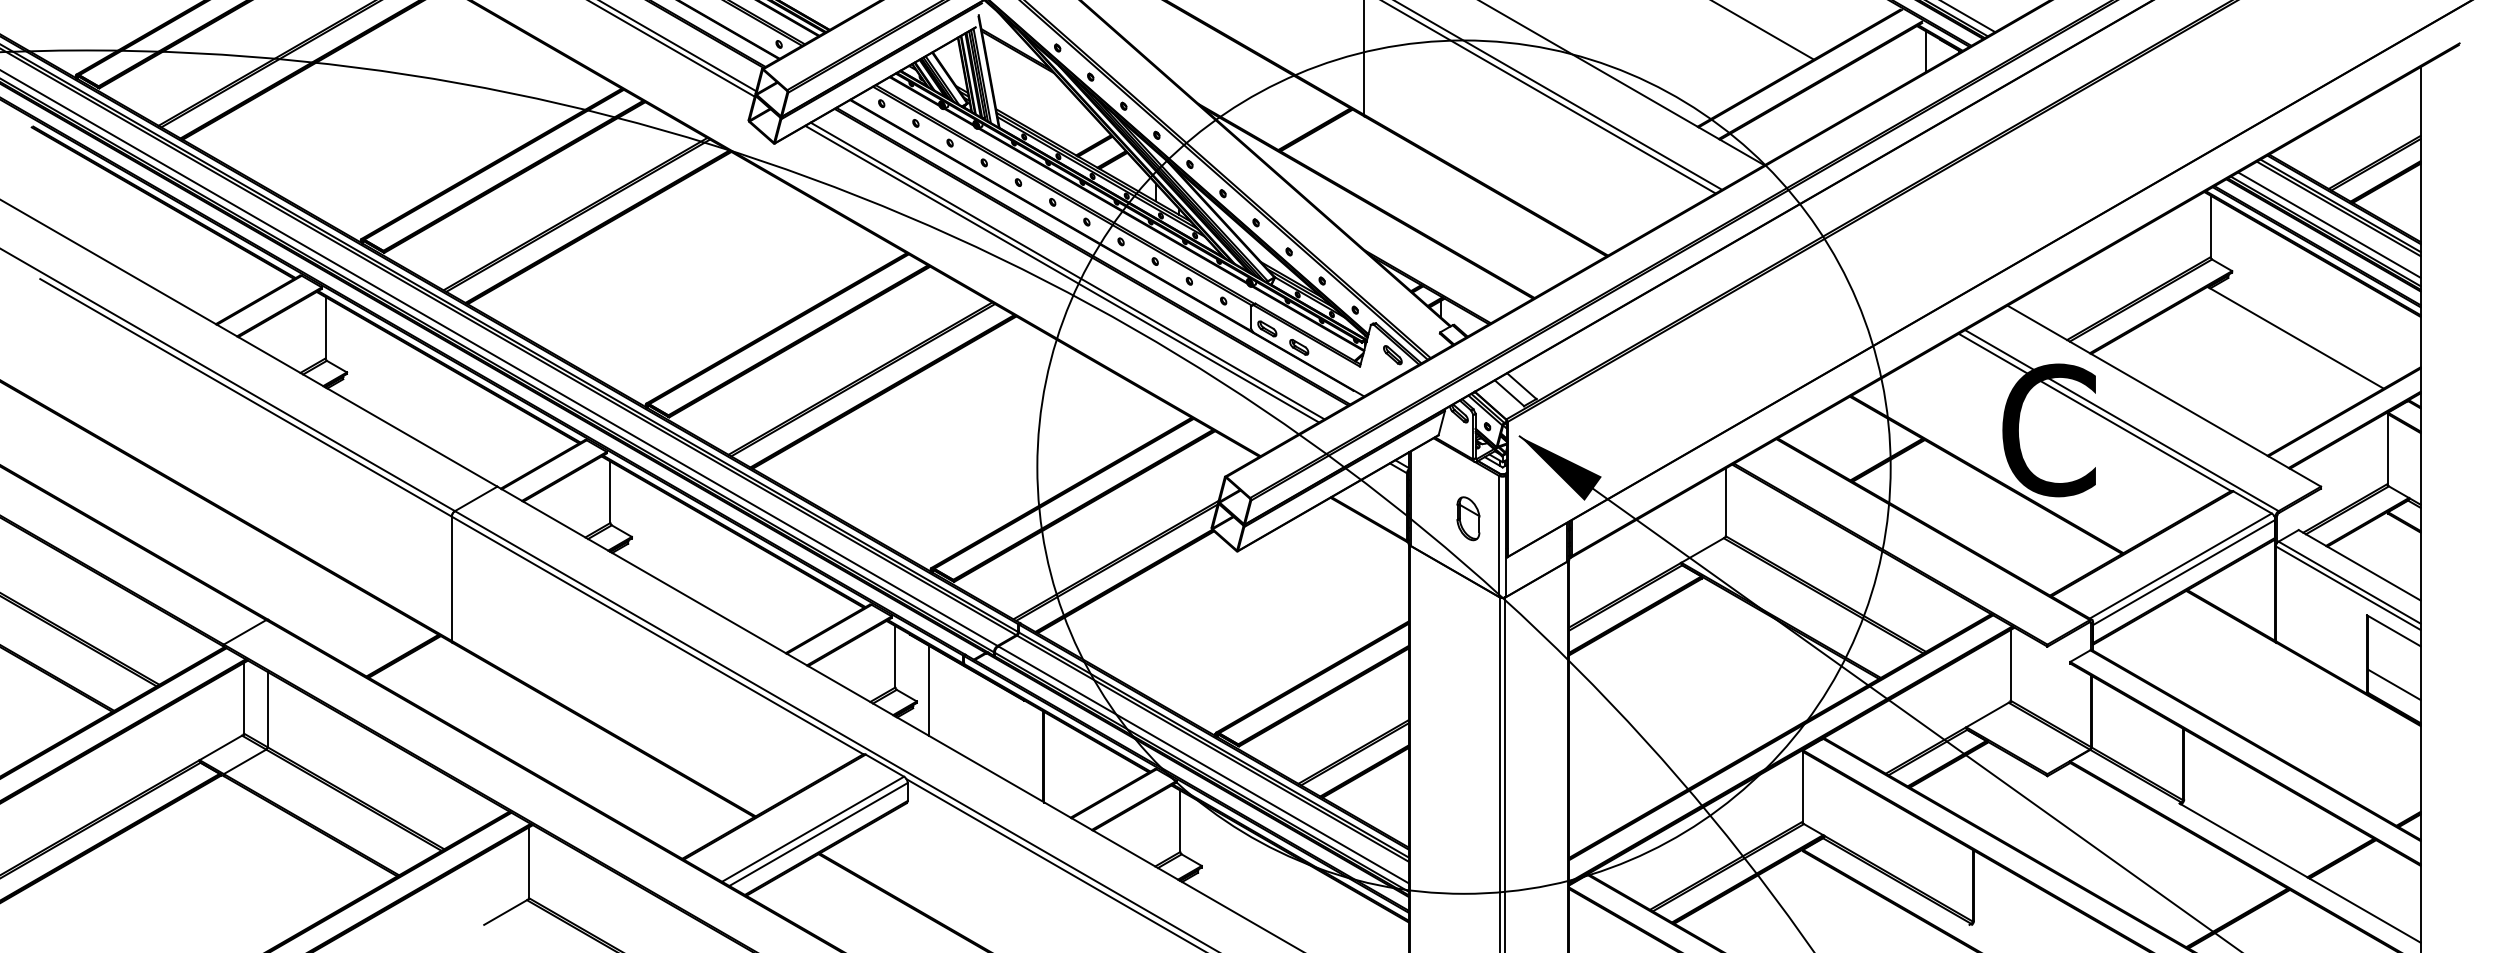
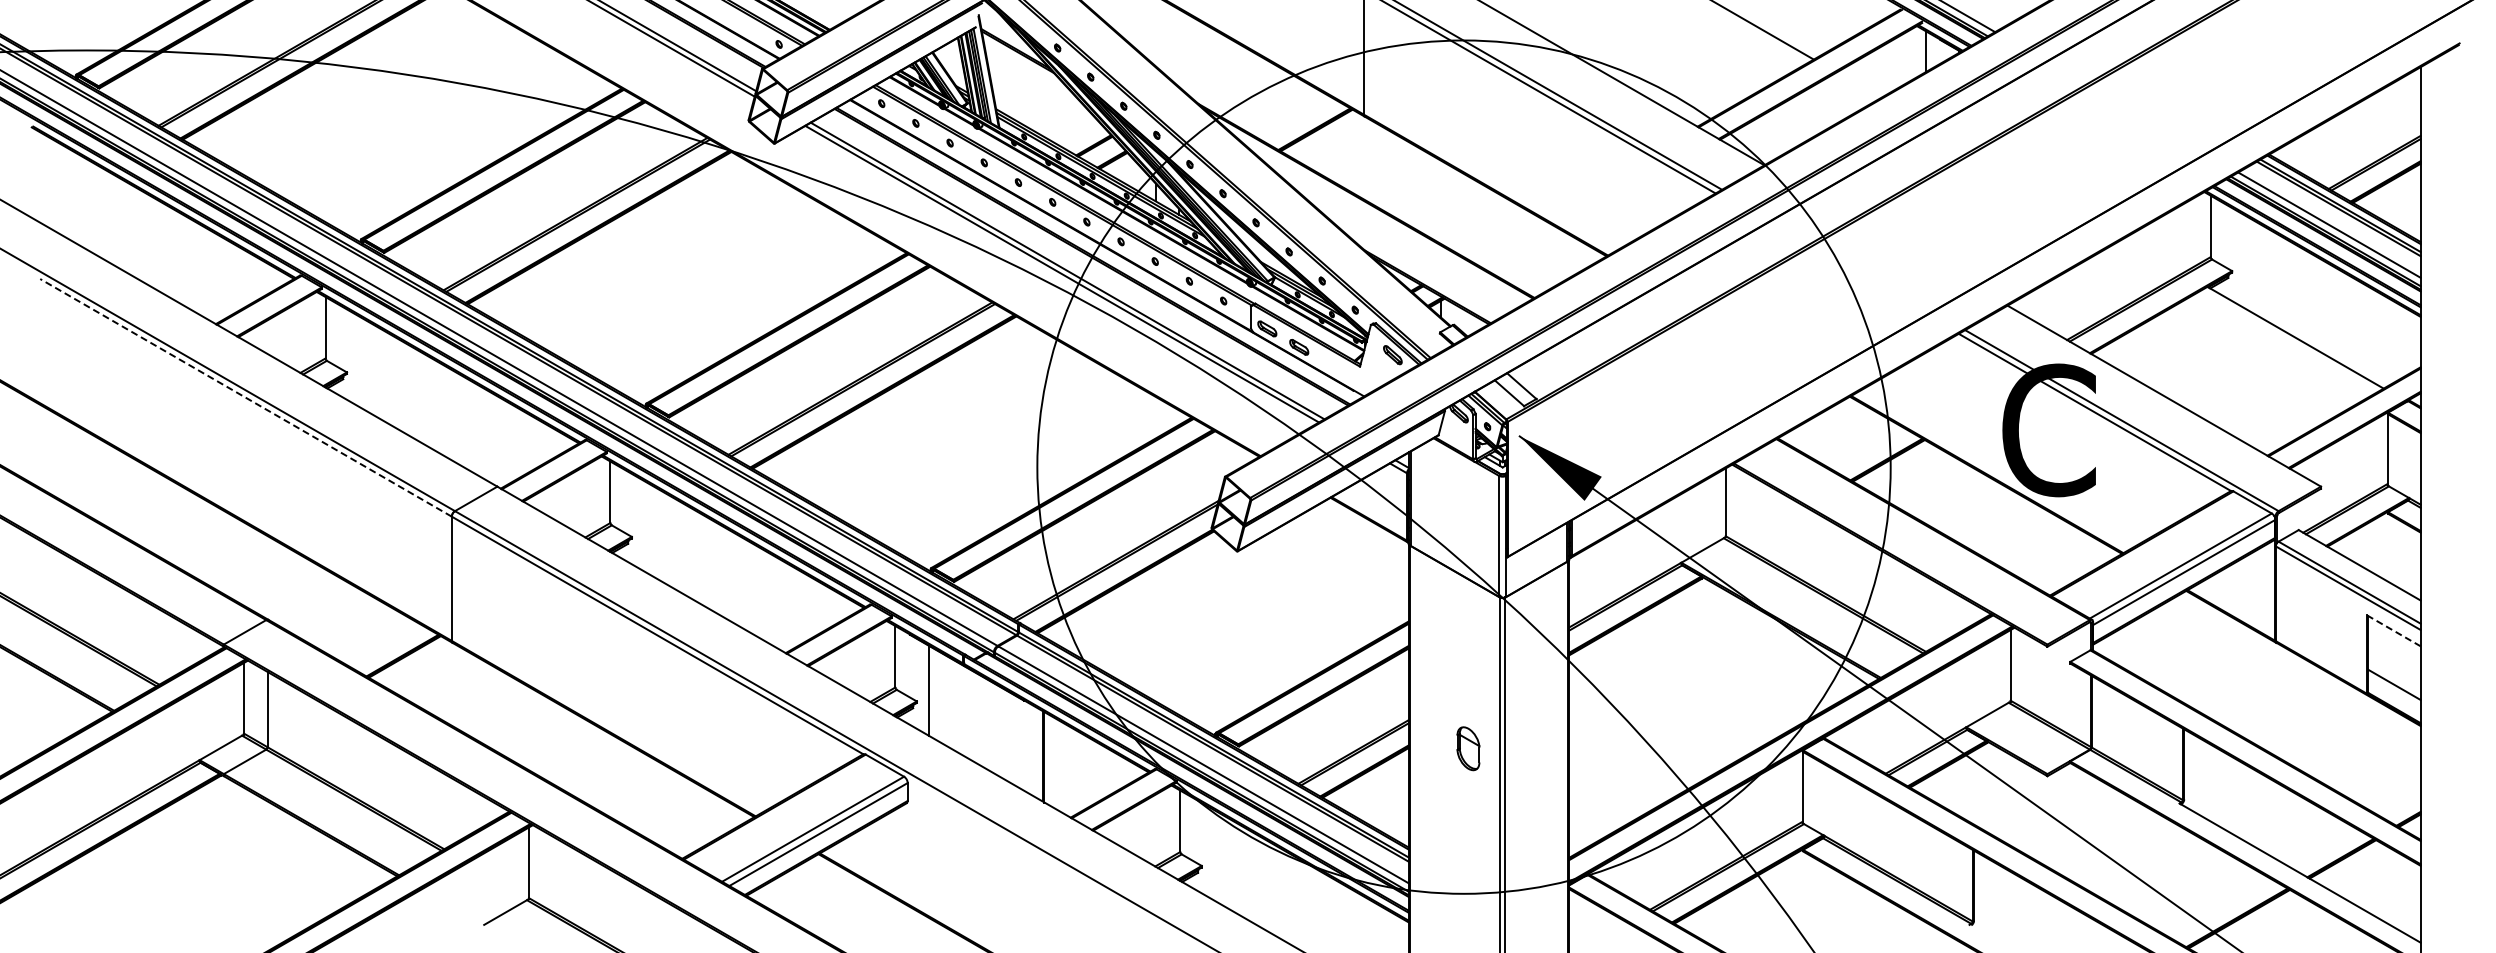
line at (246, 397): solid -> dashed
part at (1468, 518) position: (1468, 518) -> (1468, 748)
line at (2393, 630): solid -> dashed
line at (1054, 864): present -> none
